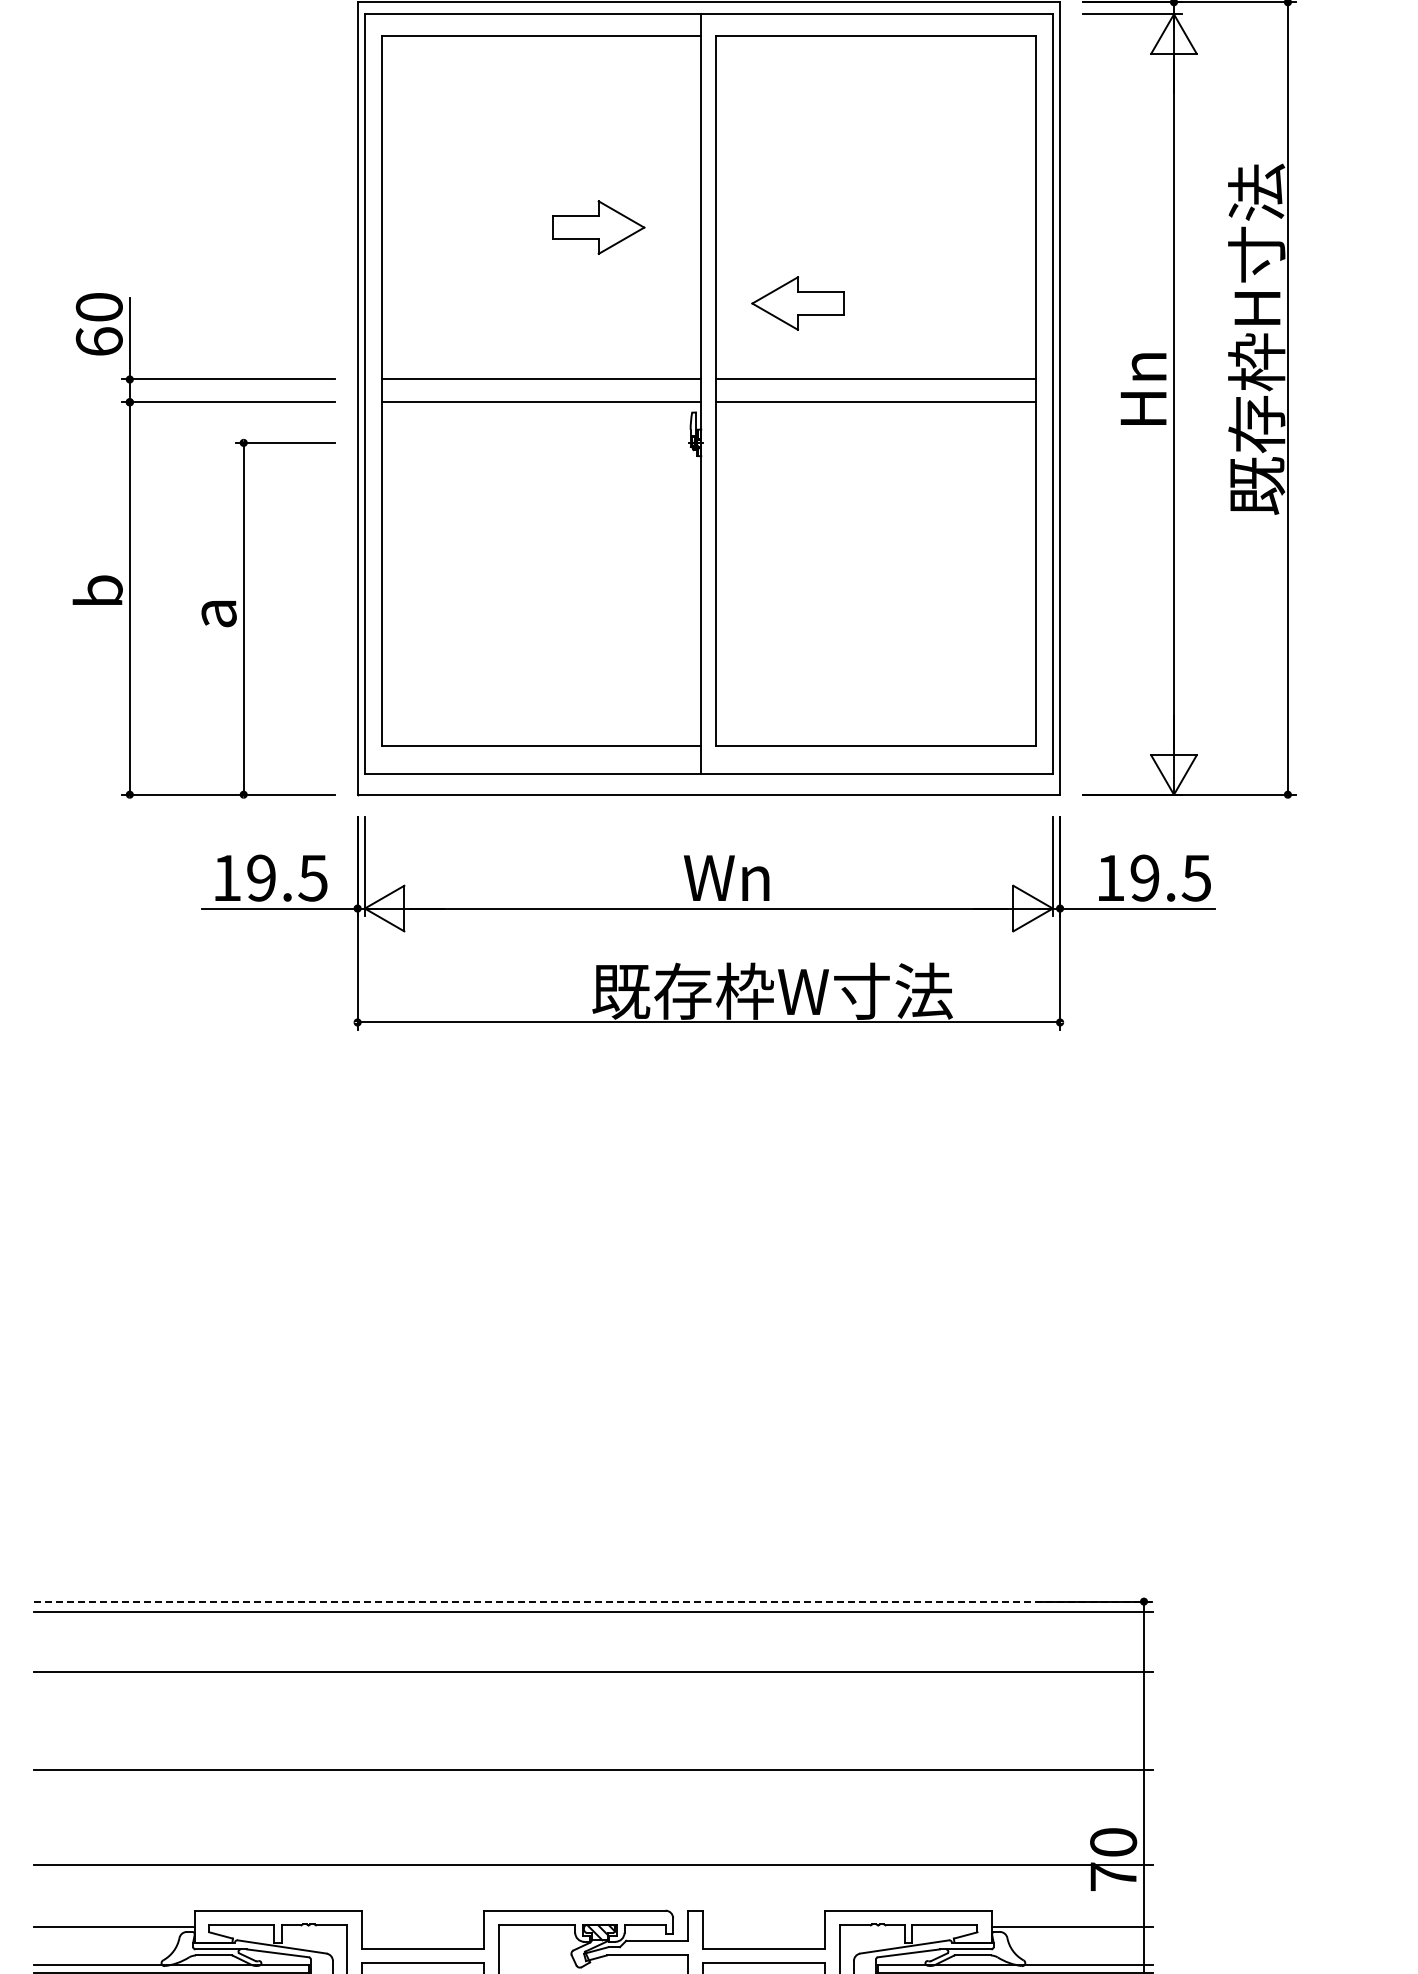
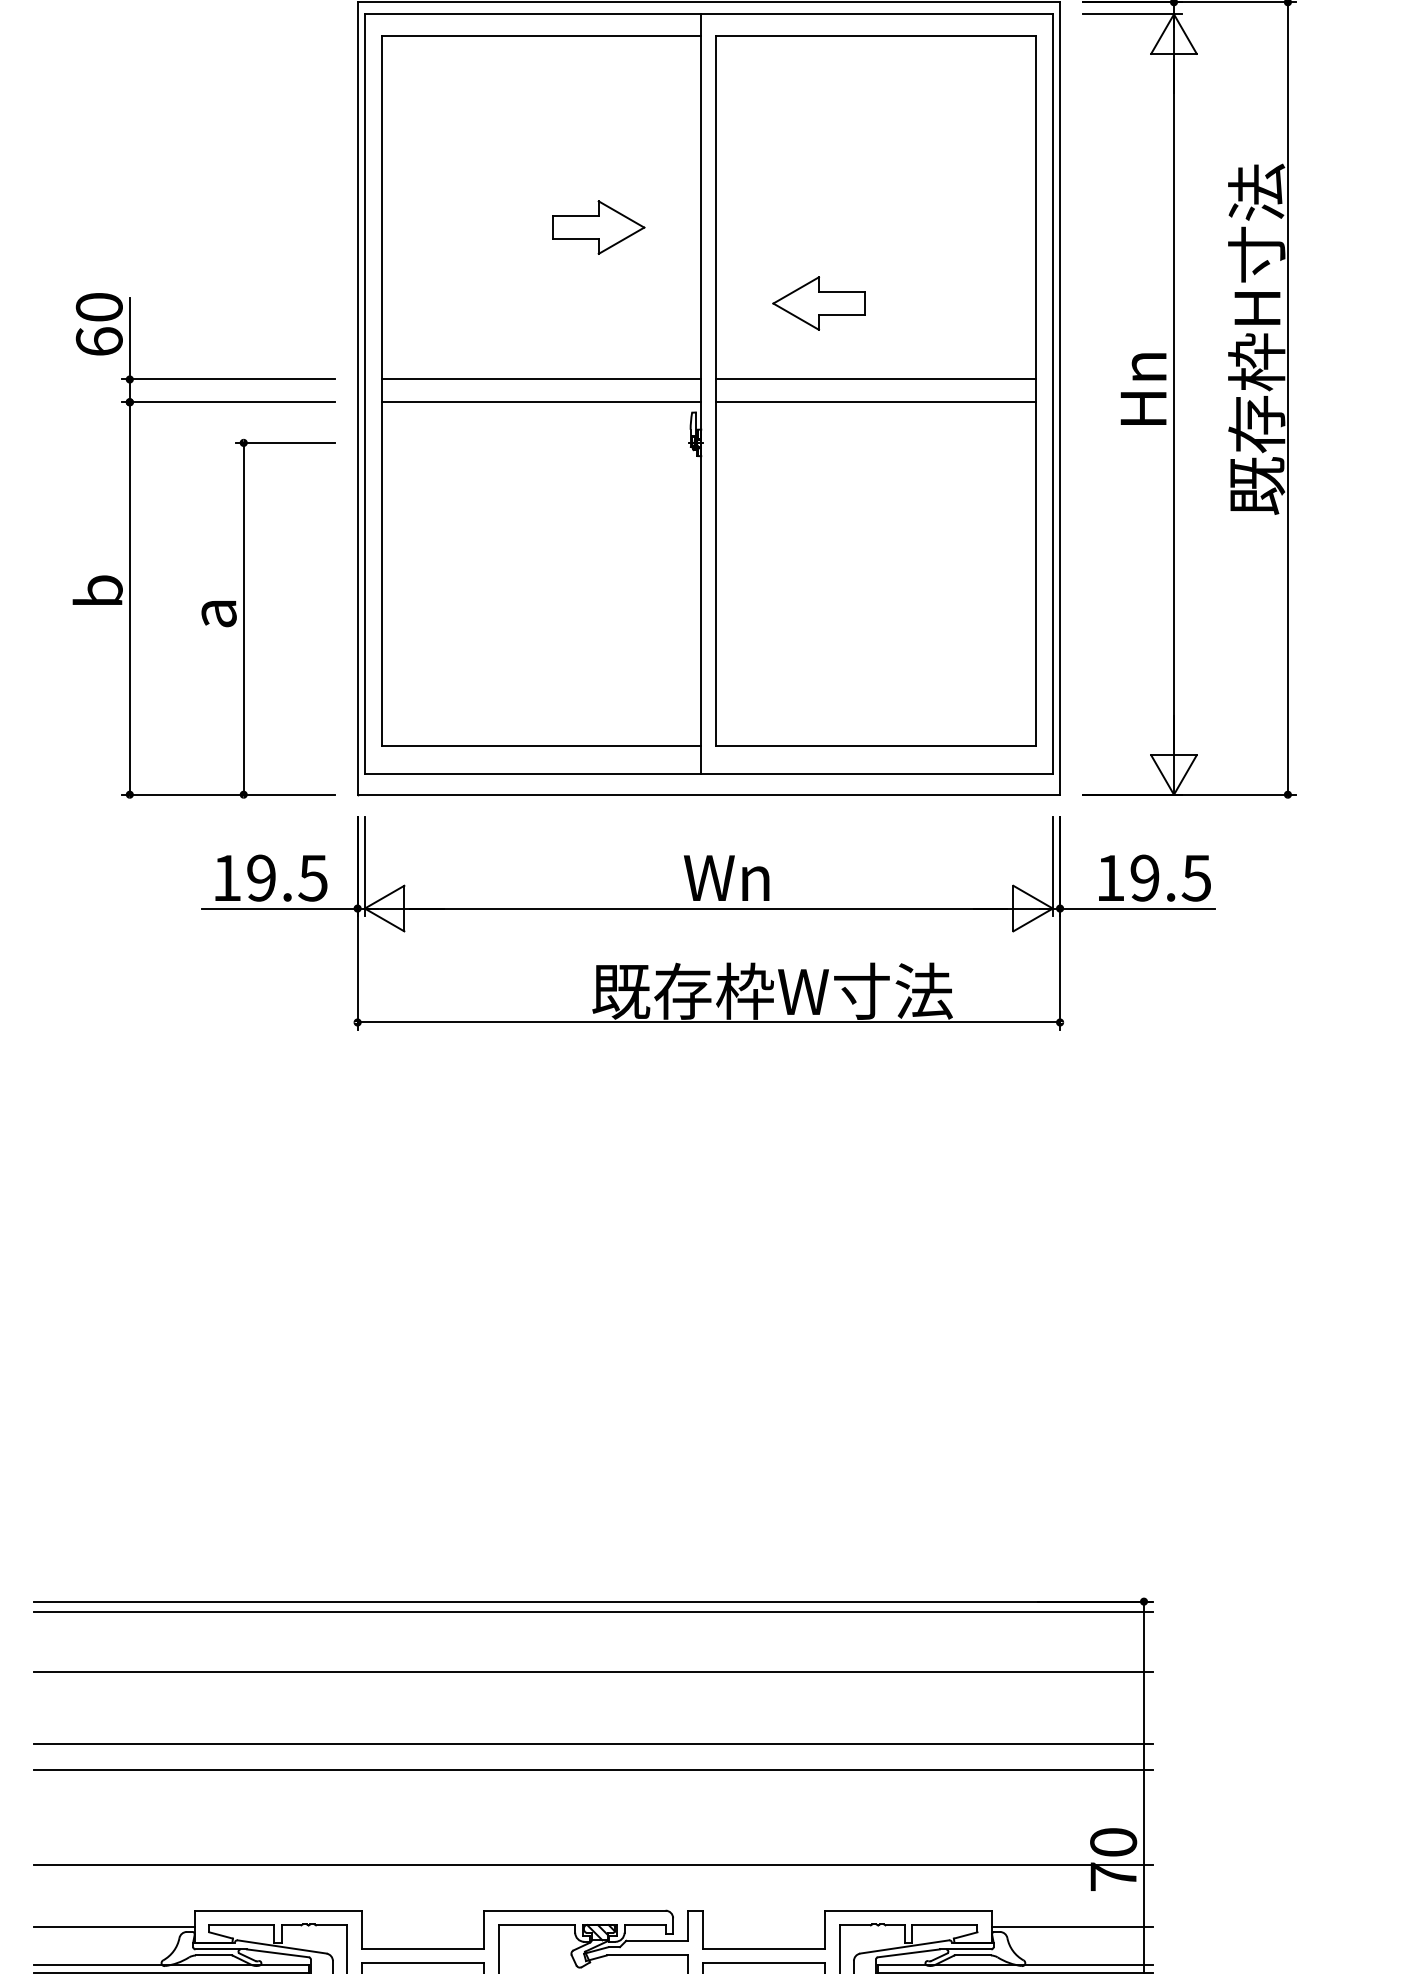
part at (797, 303) position: (797, 303) -> (818, 303)
line at (593, 1601): dashed -> solid
line at (593, 1744): none -> present
